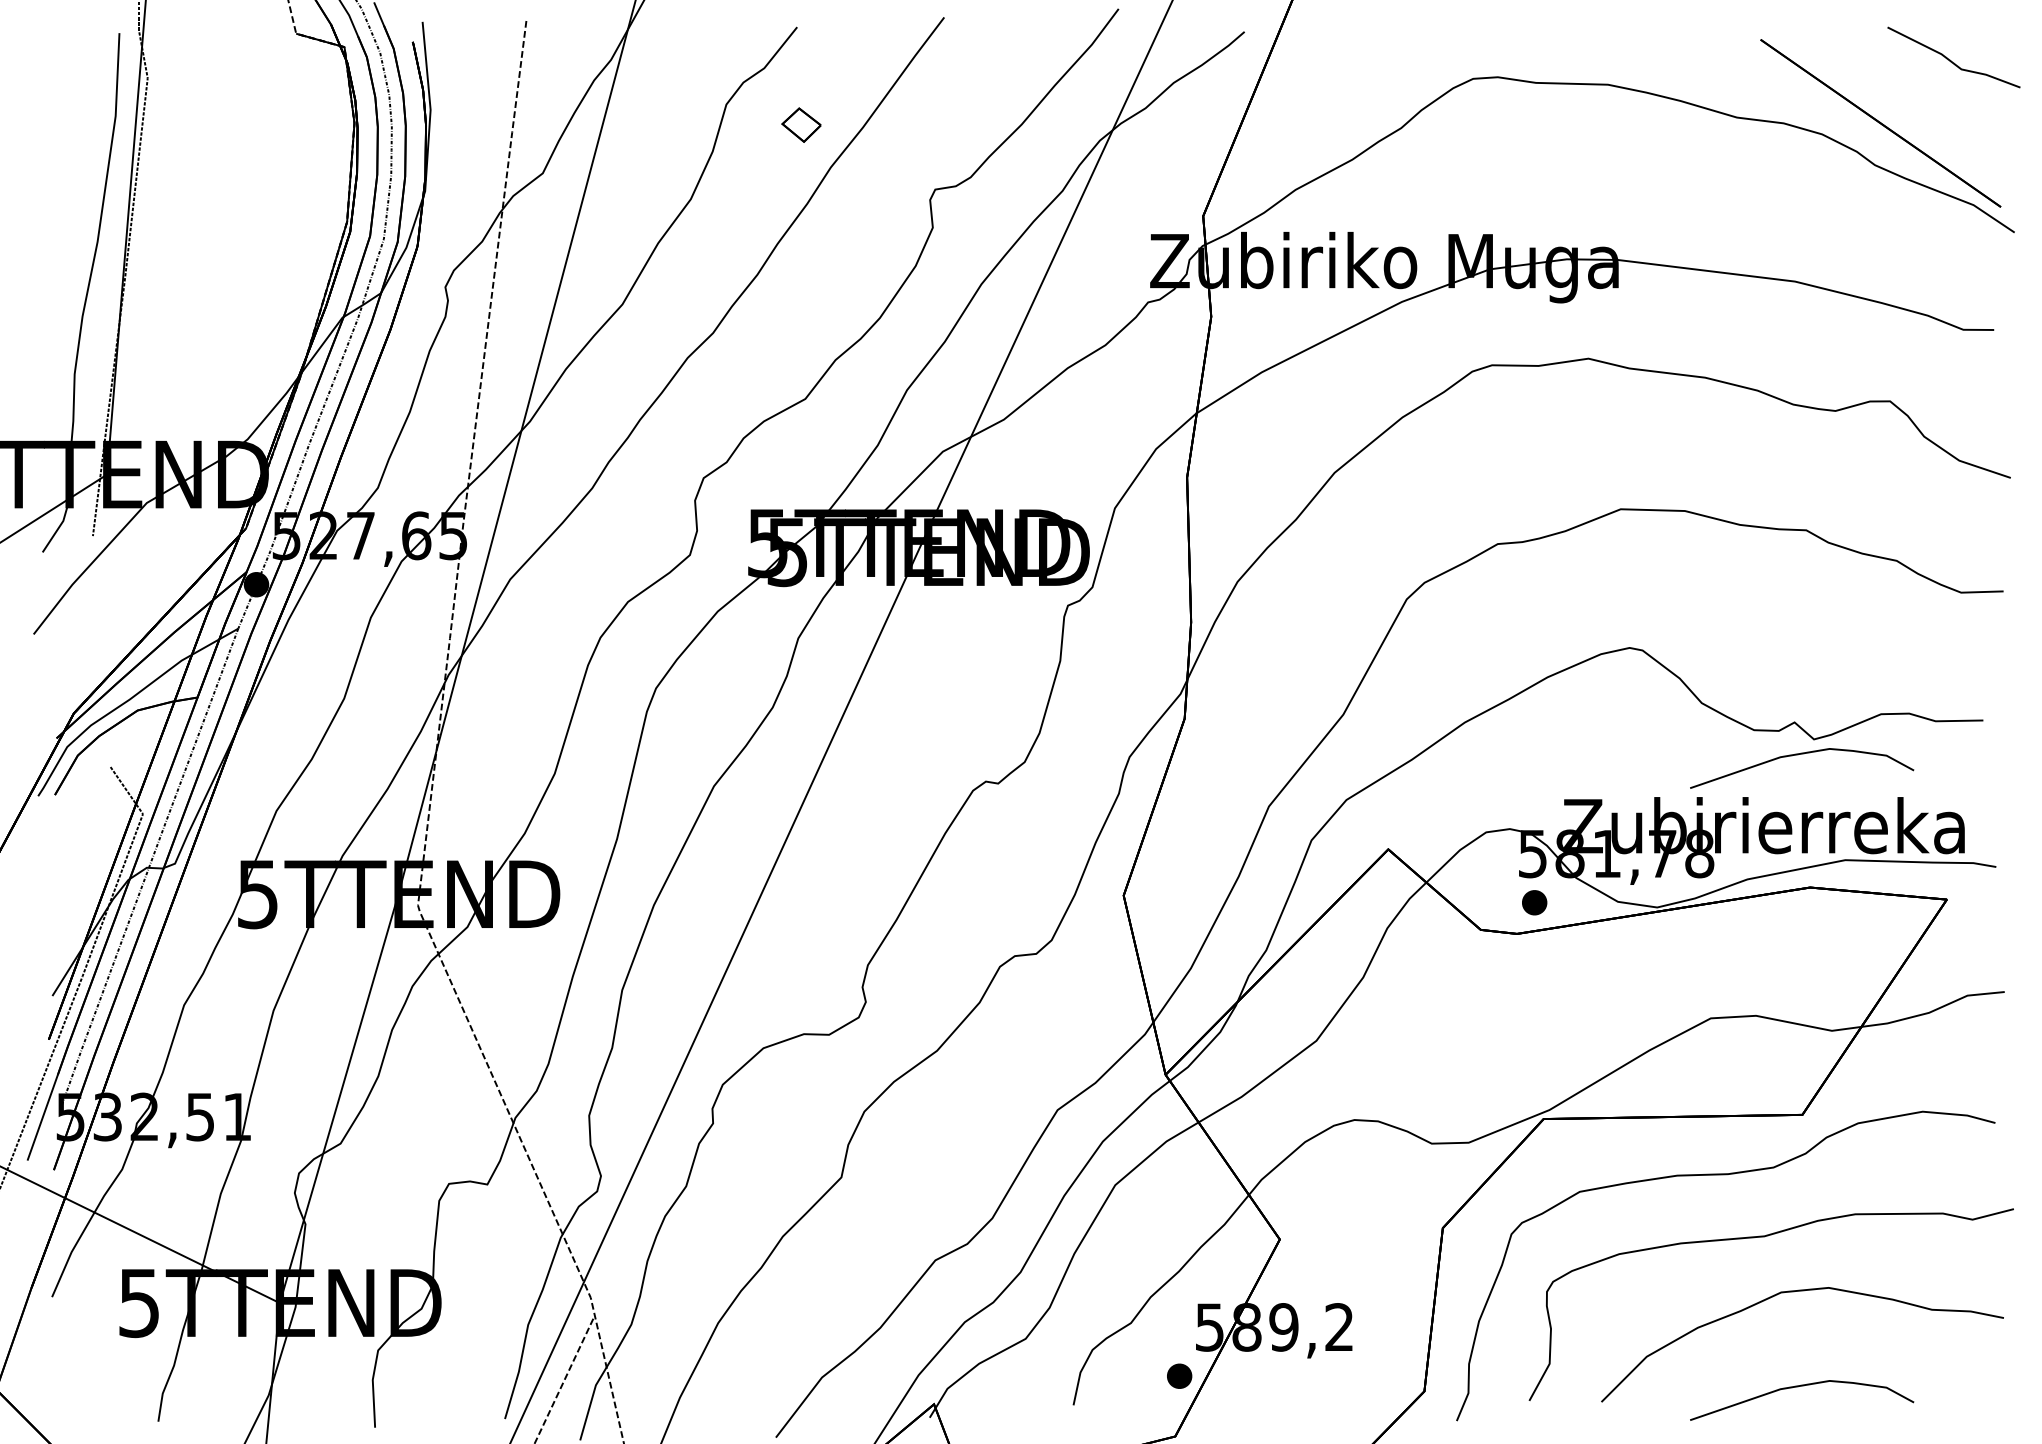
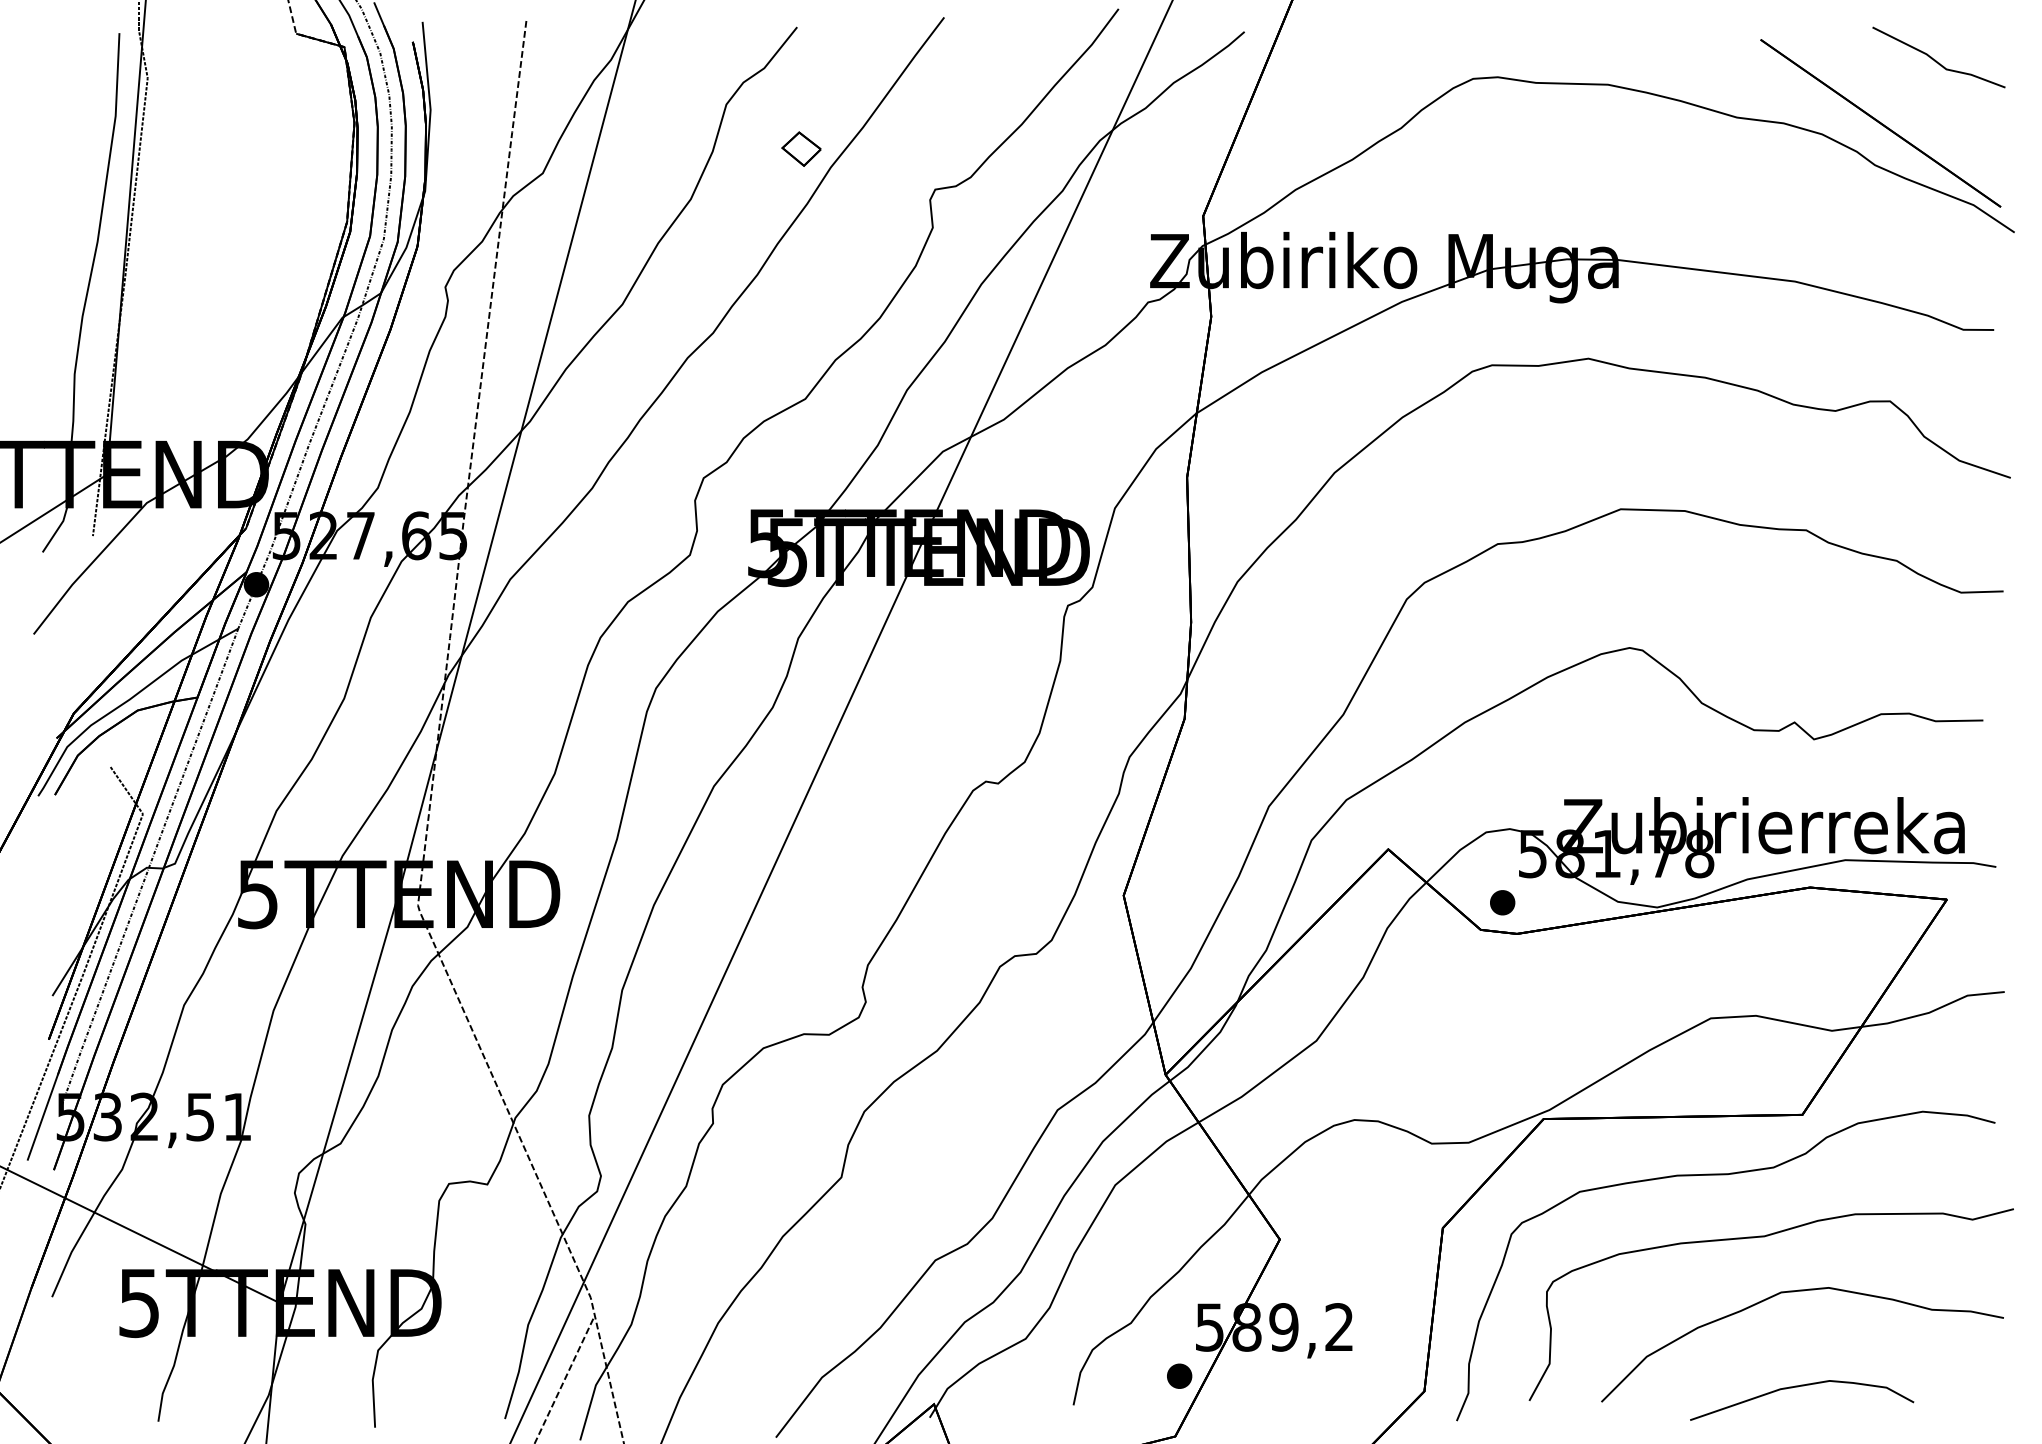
line at (1950, 59) position: (1950, 59) -> (1935, 59)
part at (801, 124) position: (801, 124) -> (801, 148)
curve at (1798, 755): present -> none
part at (1534, 902) position: (1534, 902) -> (1502, 902)
